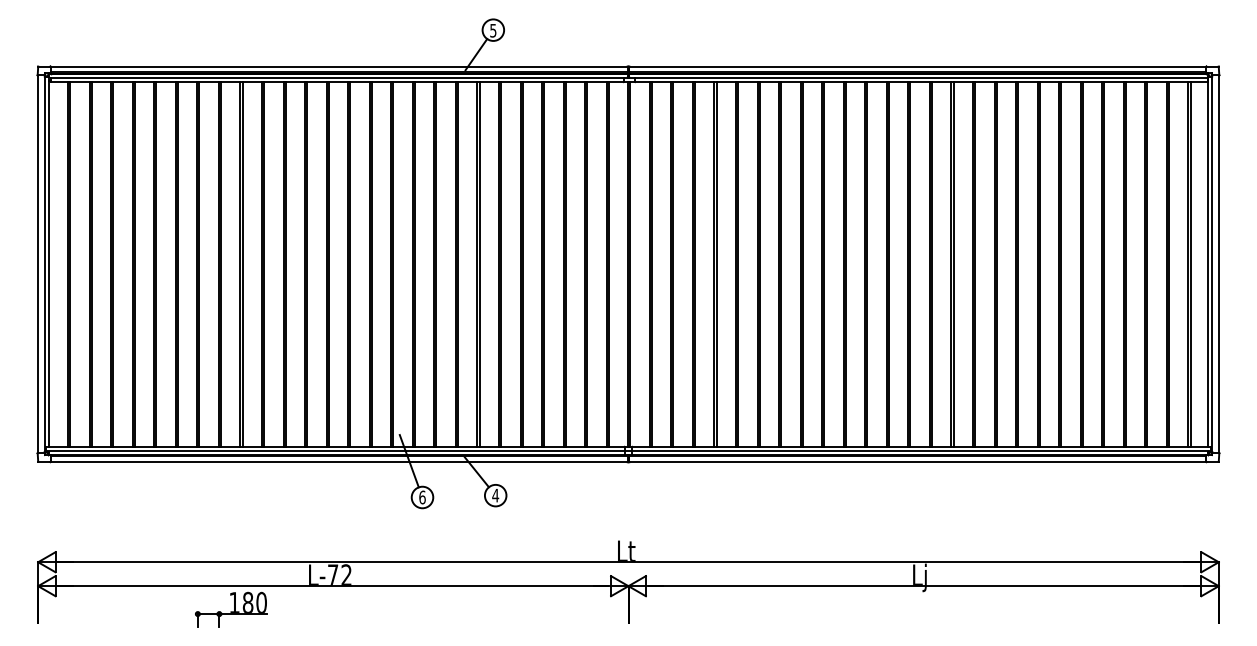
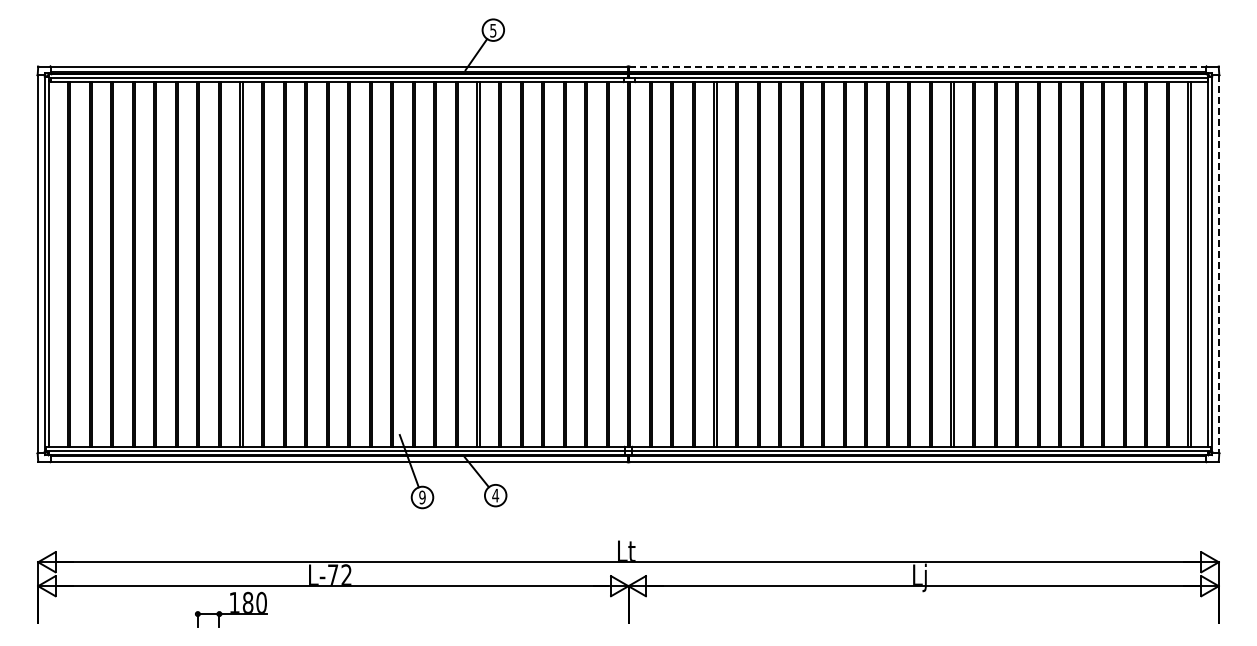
line at (918, 66): solid -> dashed
line at (1218, 264): solid -> dashed
text at (422, 497): 6 -> 9
